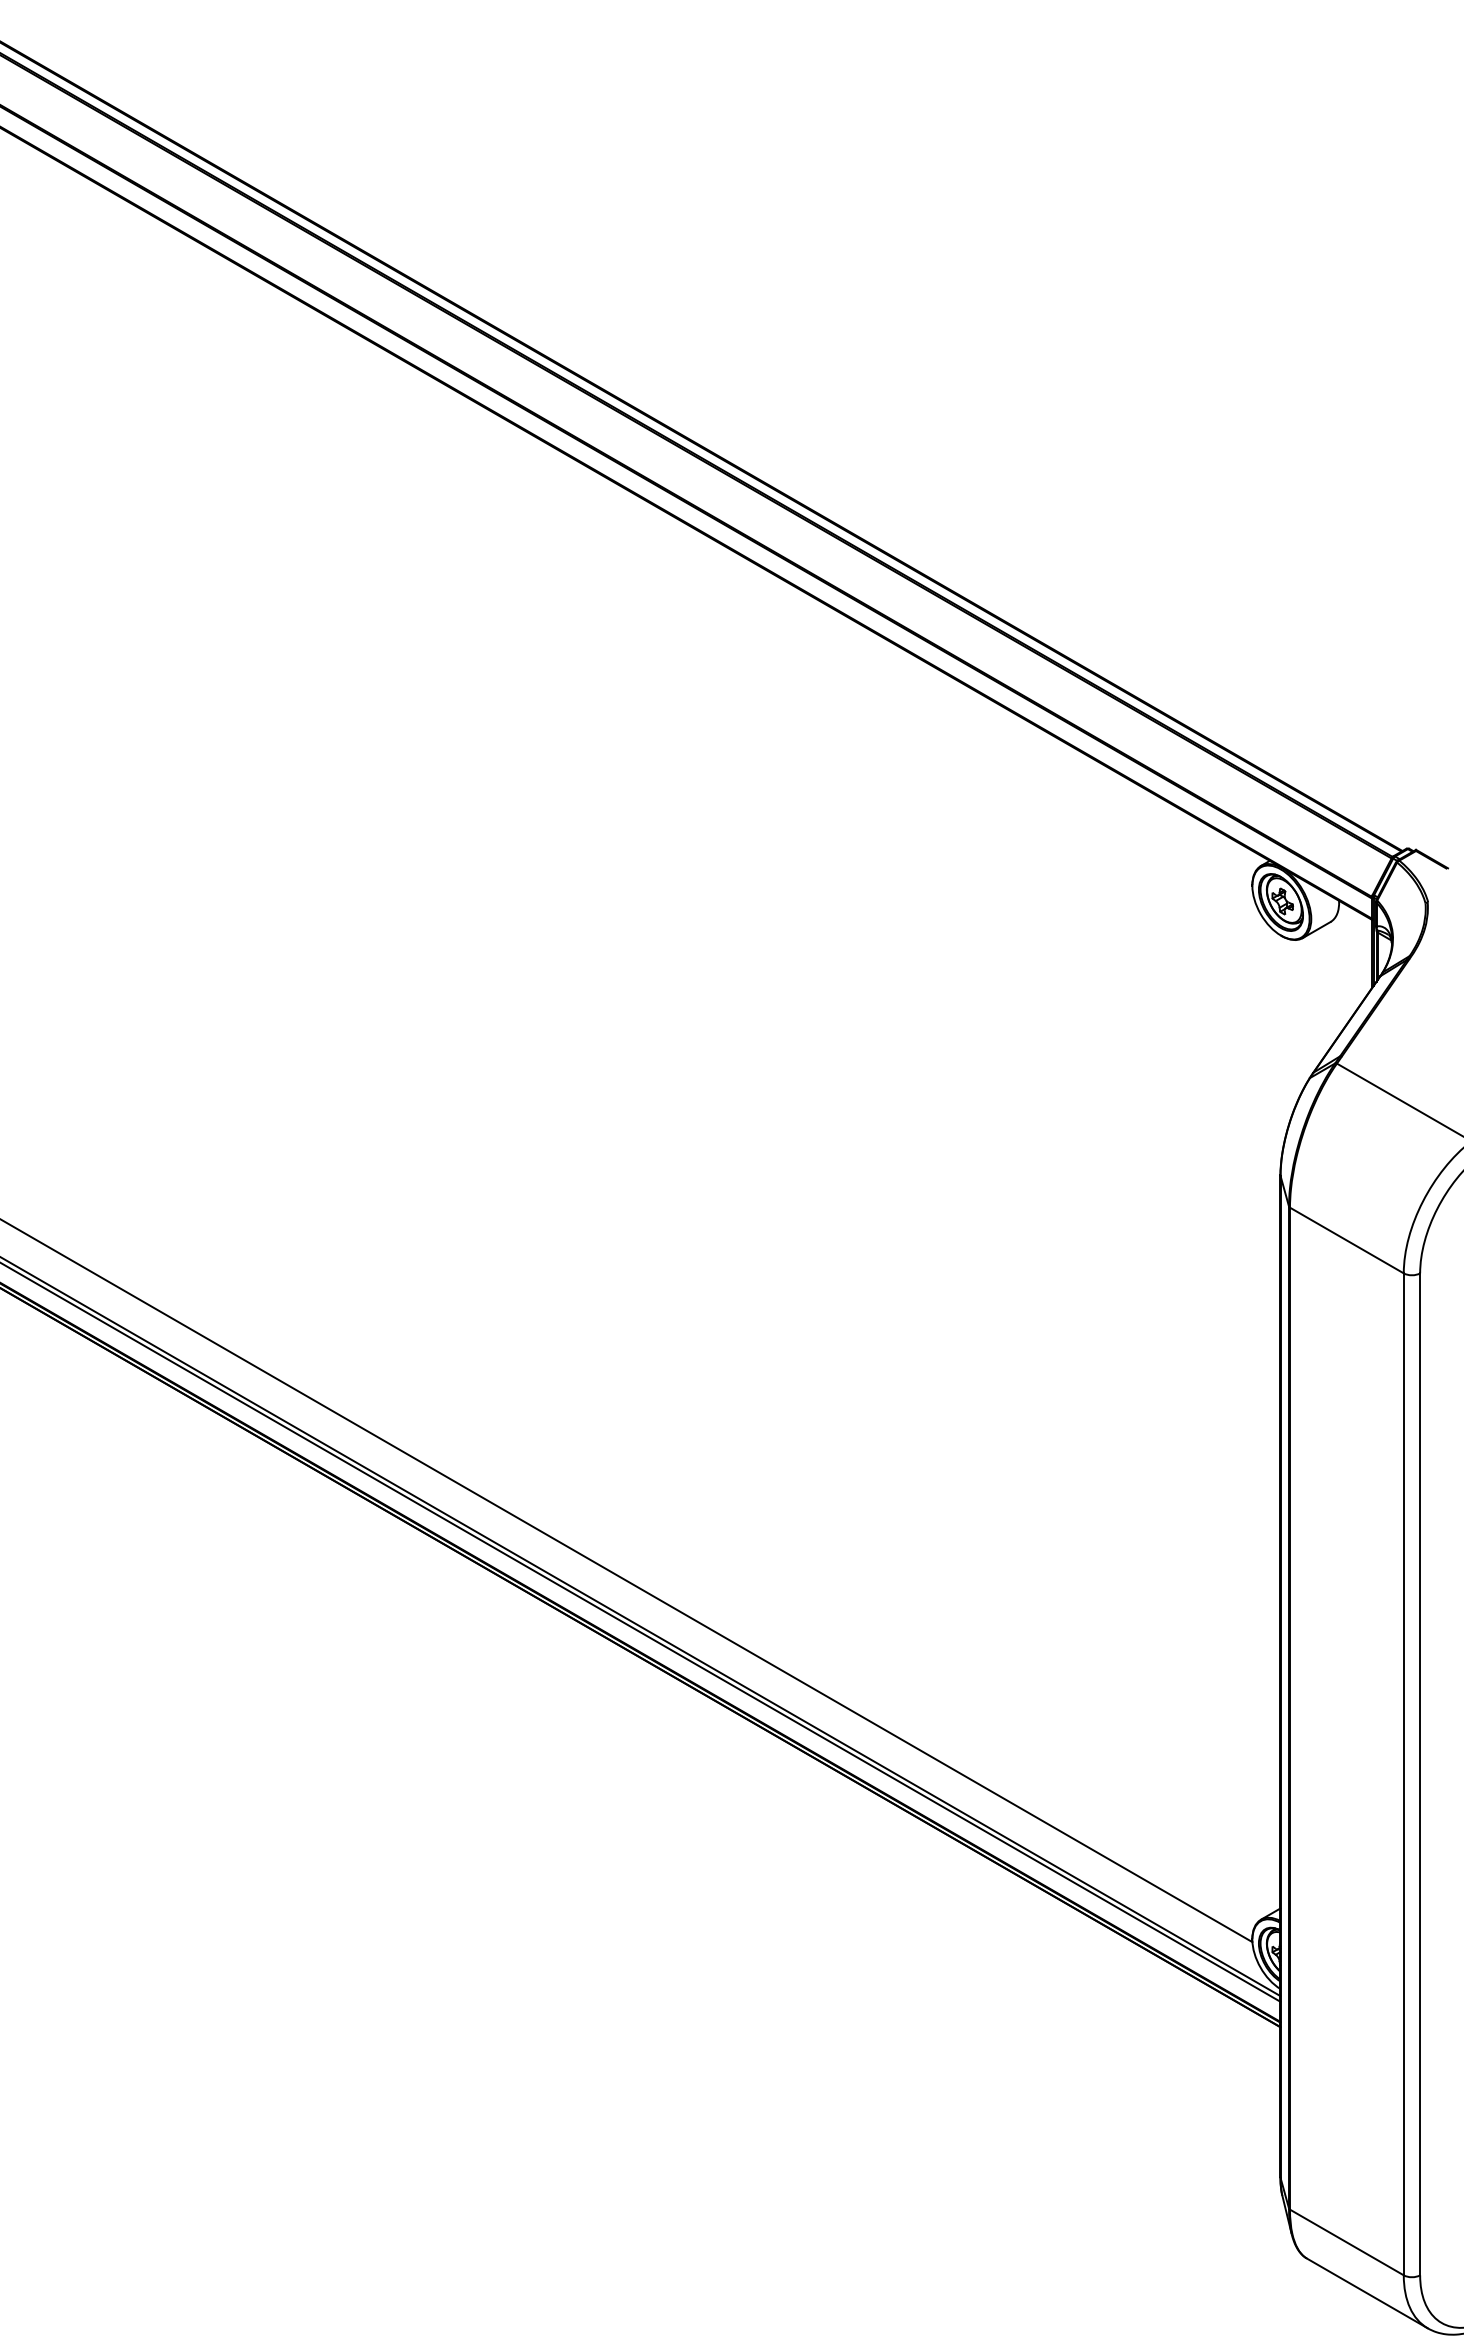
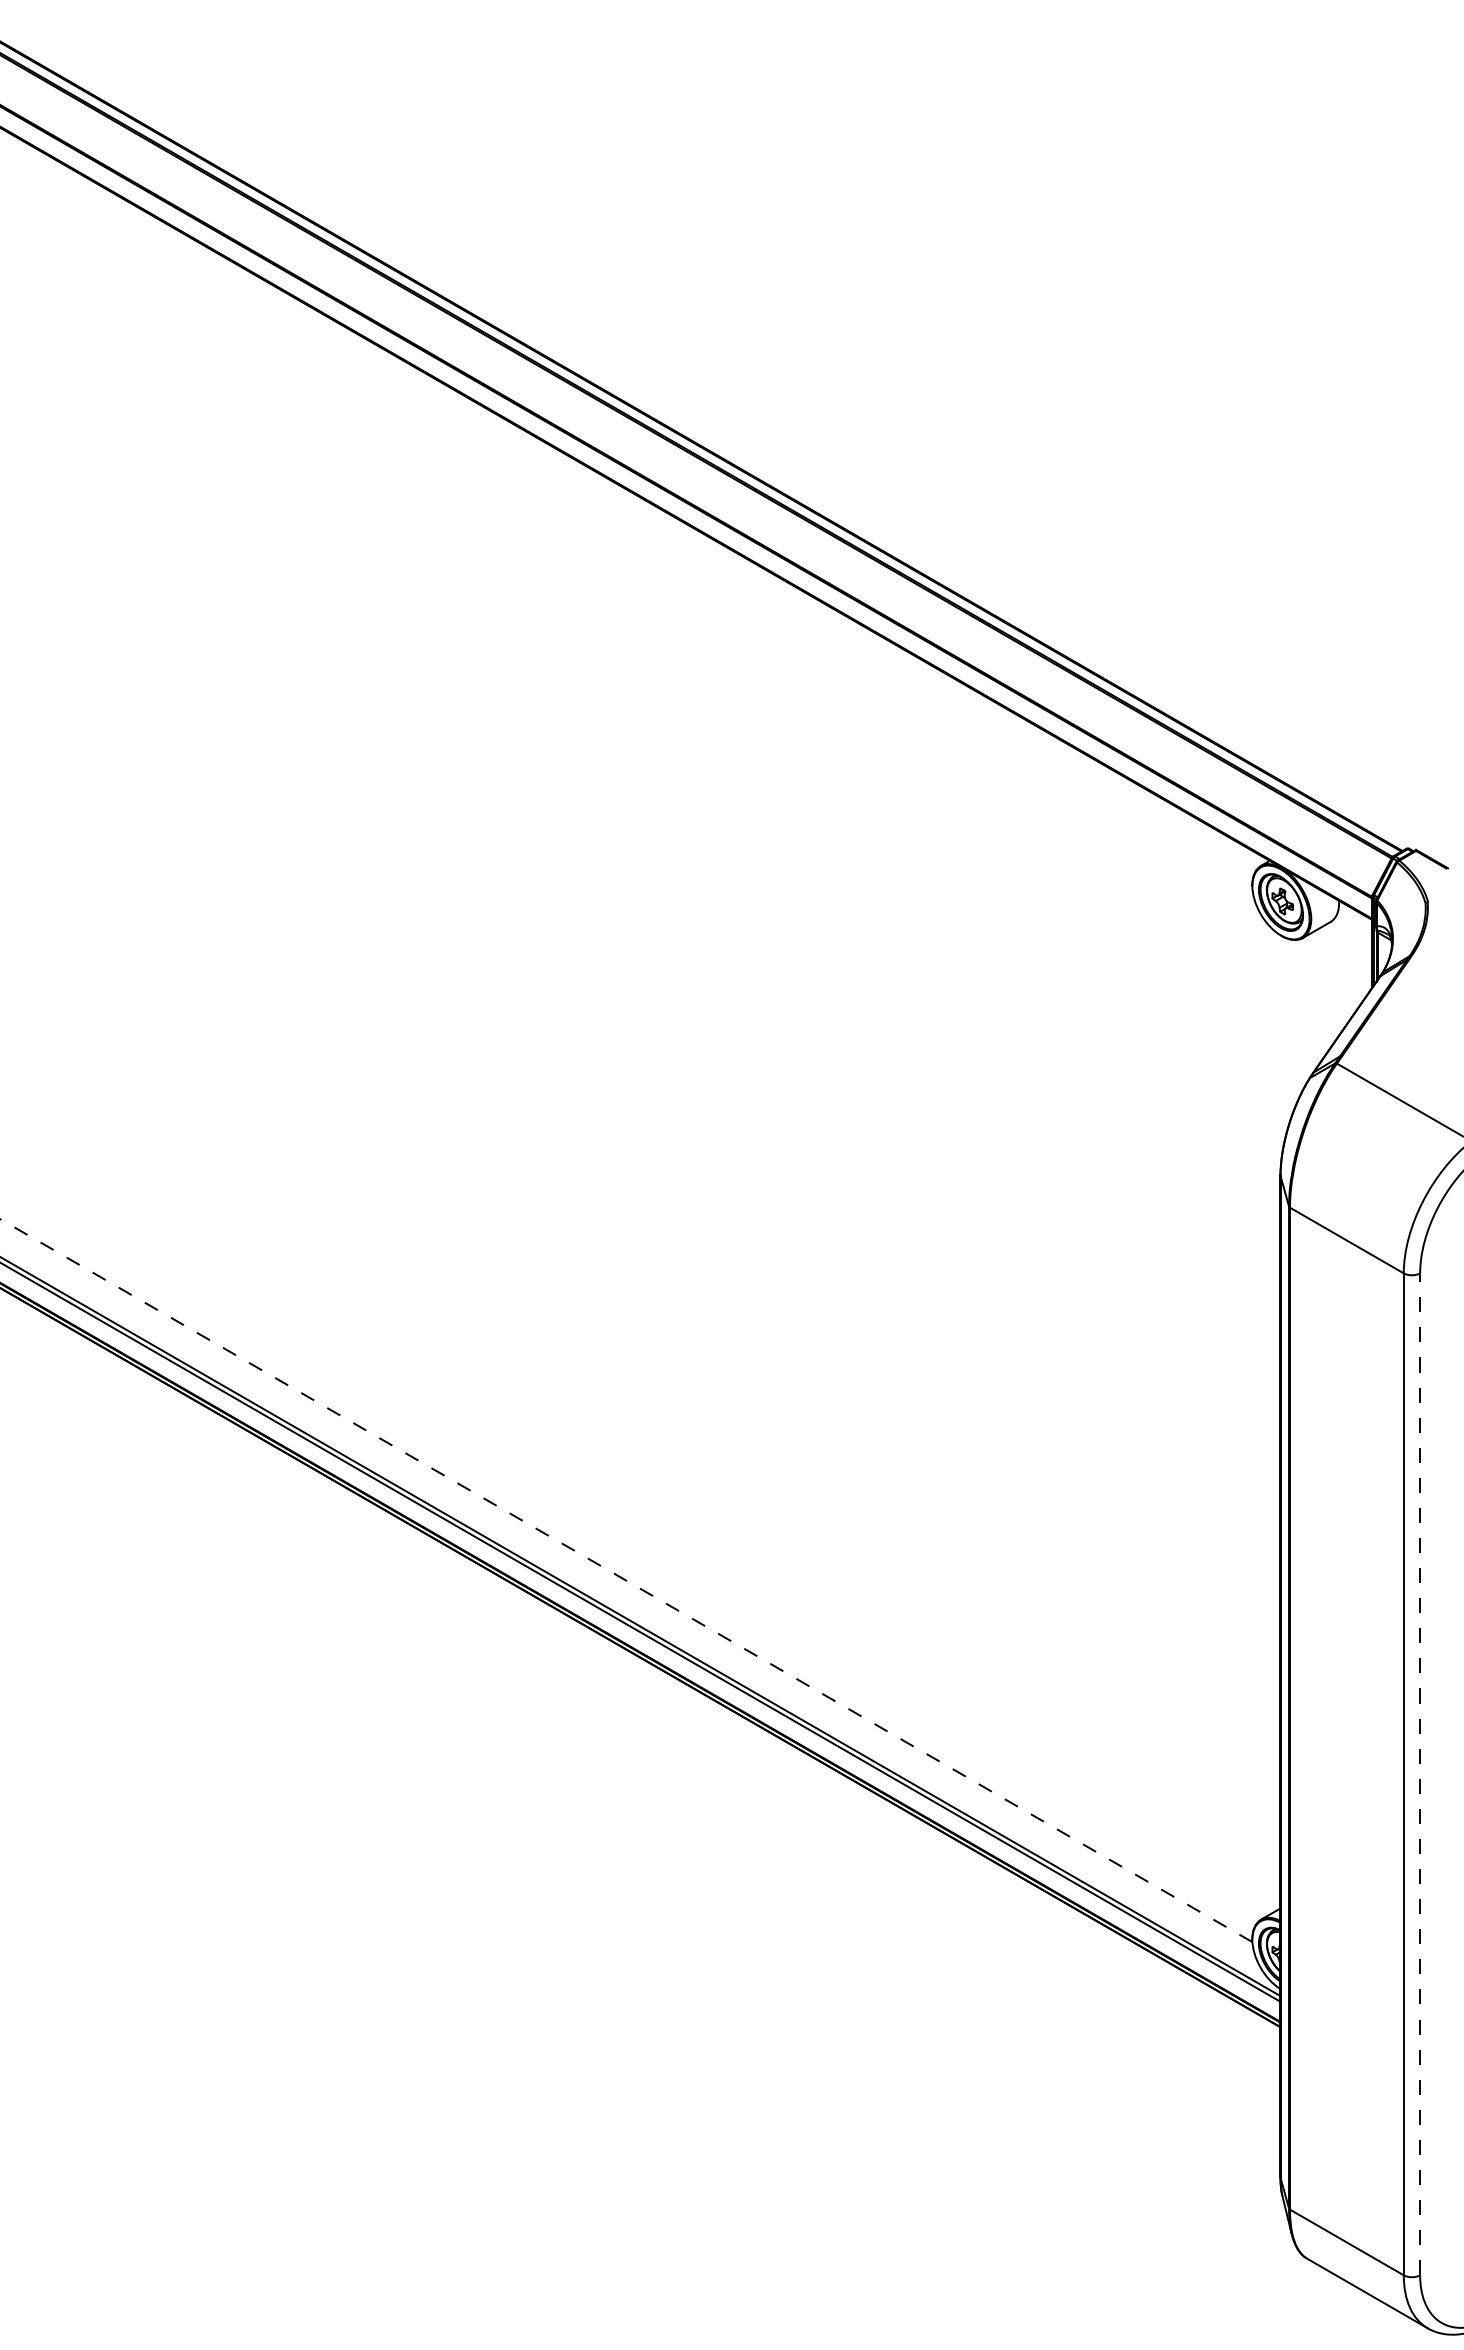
line at (626, 1580): solid -> dashed
line at (1420, 1774): solid -> dashed
